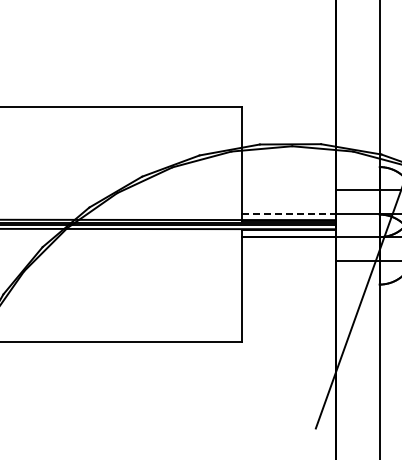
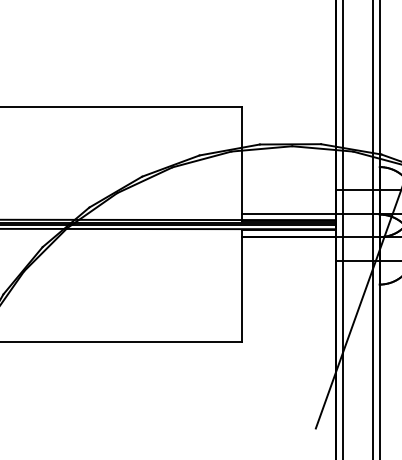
line at (288, 213): dashed -> solid
line at (342, 229): none -> present
line at (372, 229): none -> present
